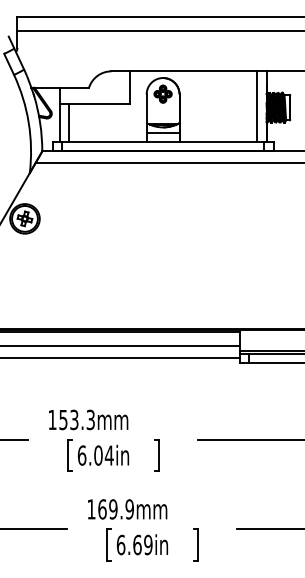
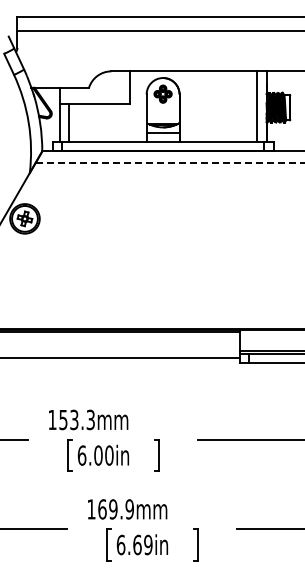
line at (170, 163): solid -> dashed
line at (120, 346): present -> none
text at (108, 455): 6.04in -> 6.00in
